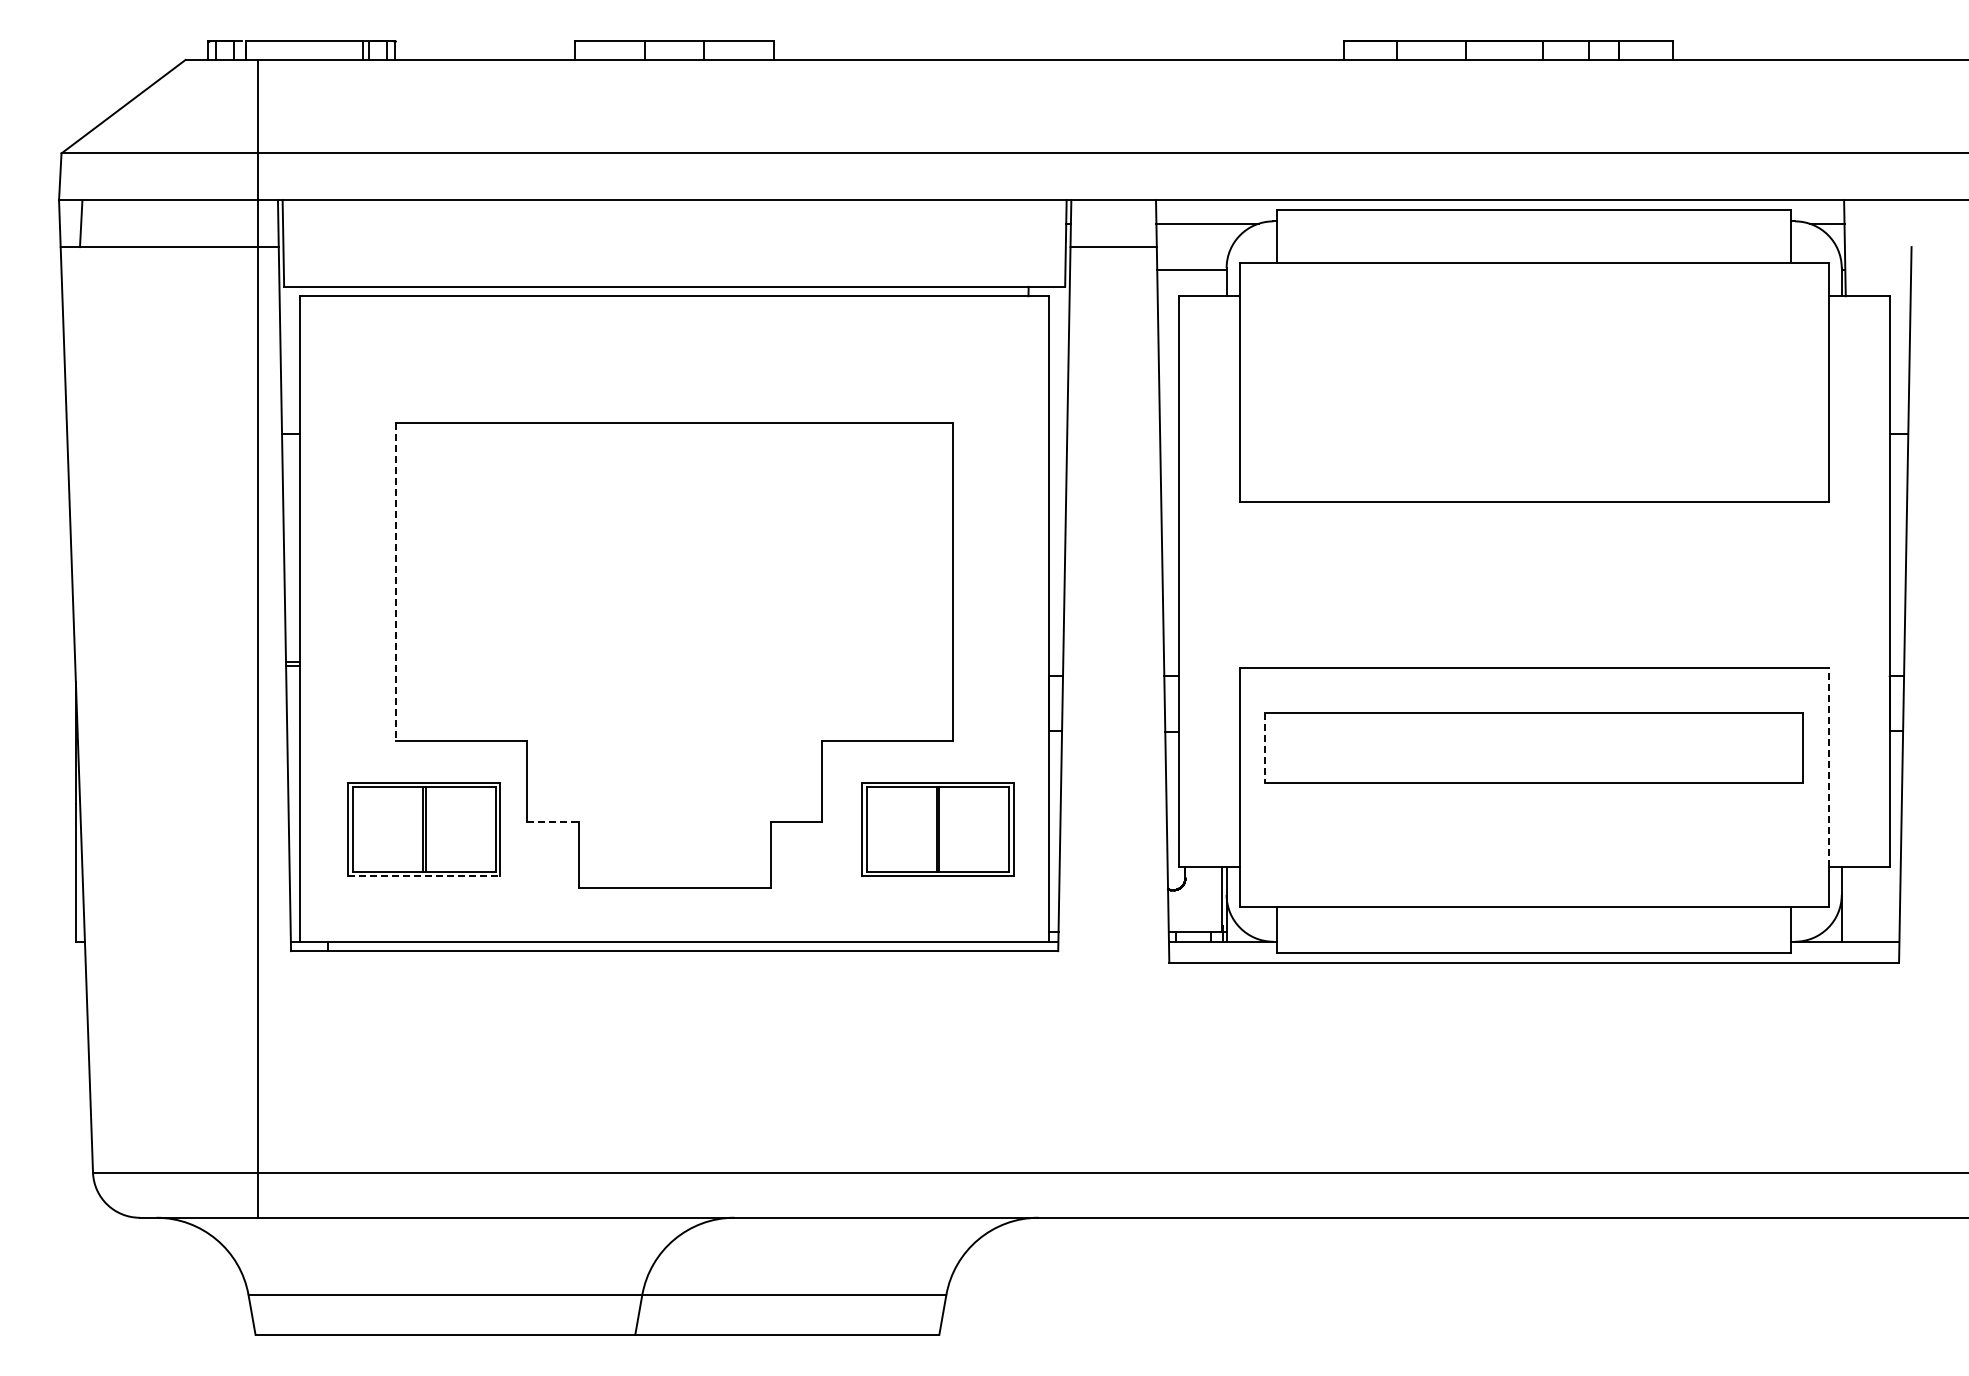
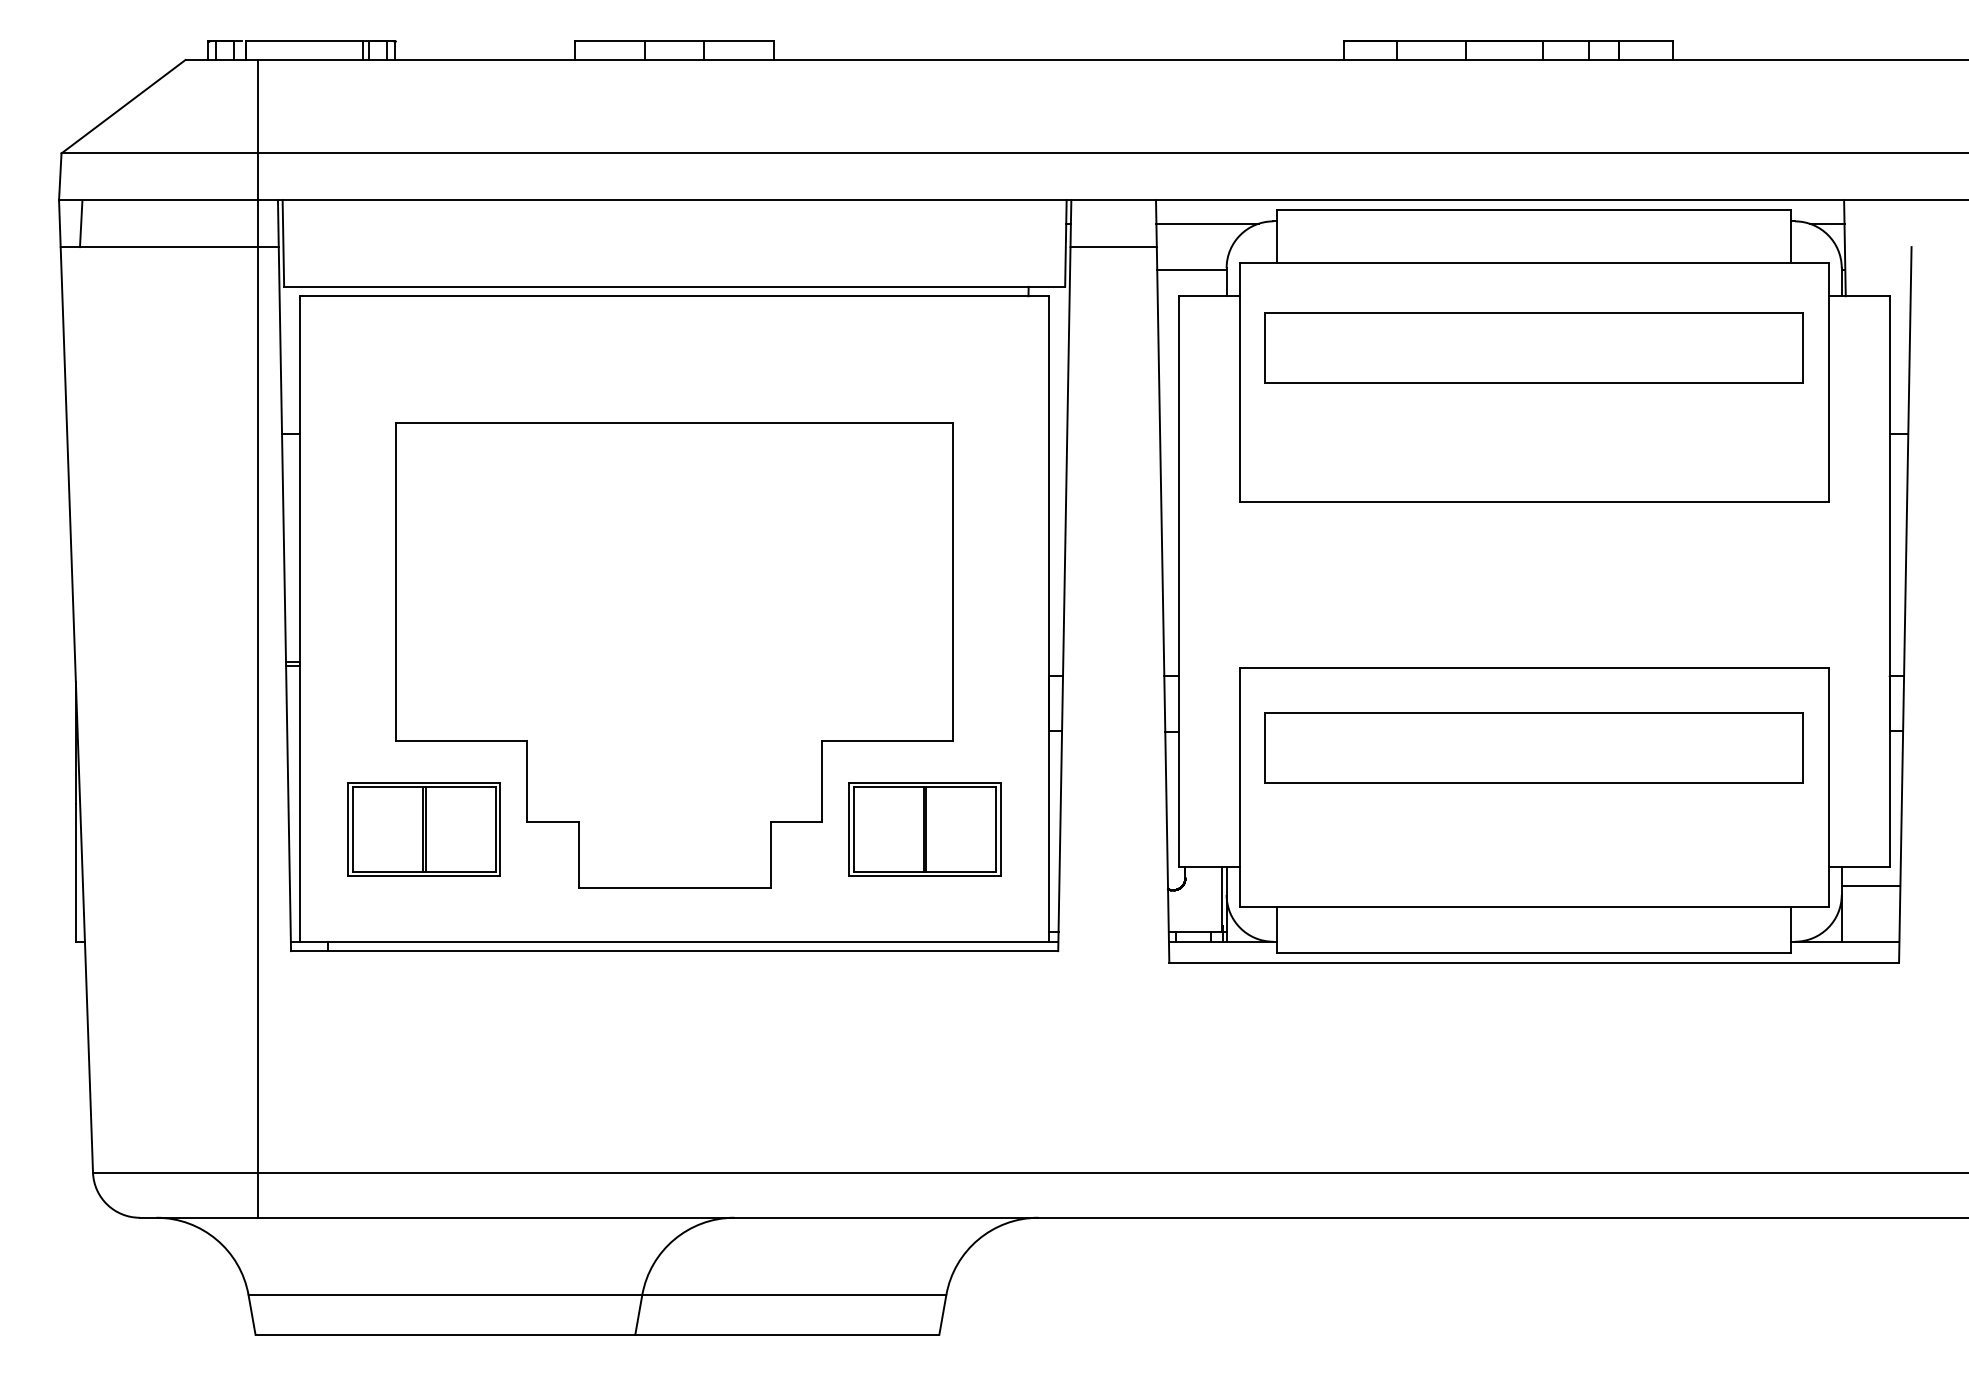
part at (1533, 347): none -> present
line at (396, 582): dashed -> solid
line at (1265, 748): dashed -> solid
line at (1828, 767): dashed -> solid
line at (553, 822): dashed -> solid
part at (937, 829) position: (937, 829) -> (924, 829)
line at (424, 876): dashed -> solid
line at (1870, 885): none -> present
